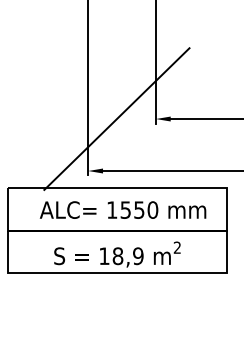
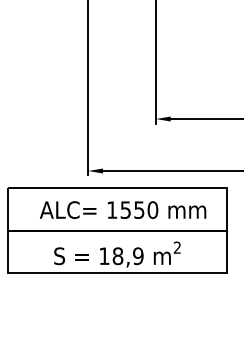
line at (116, 118): present -> none
